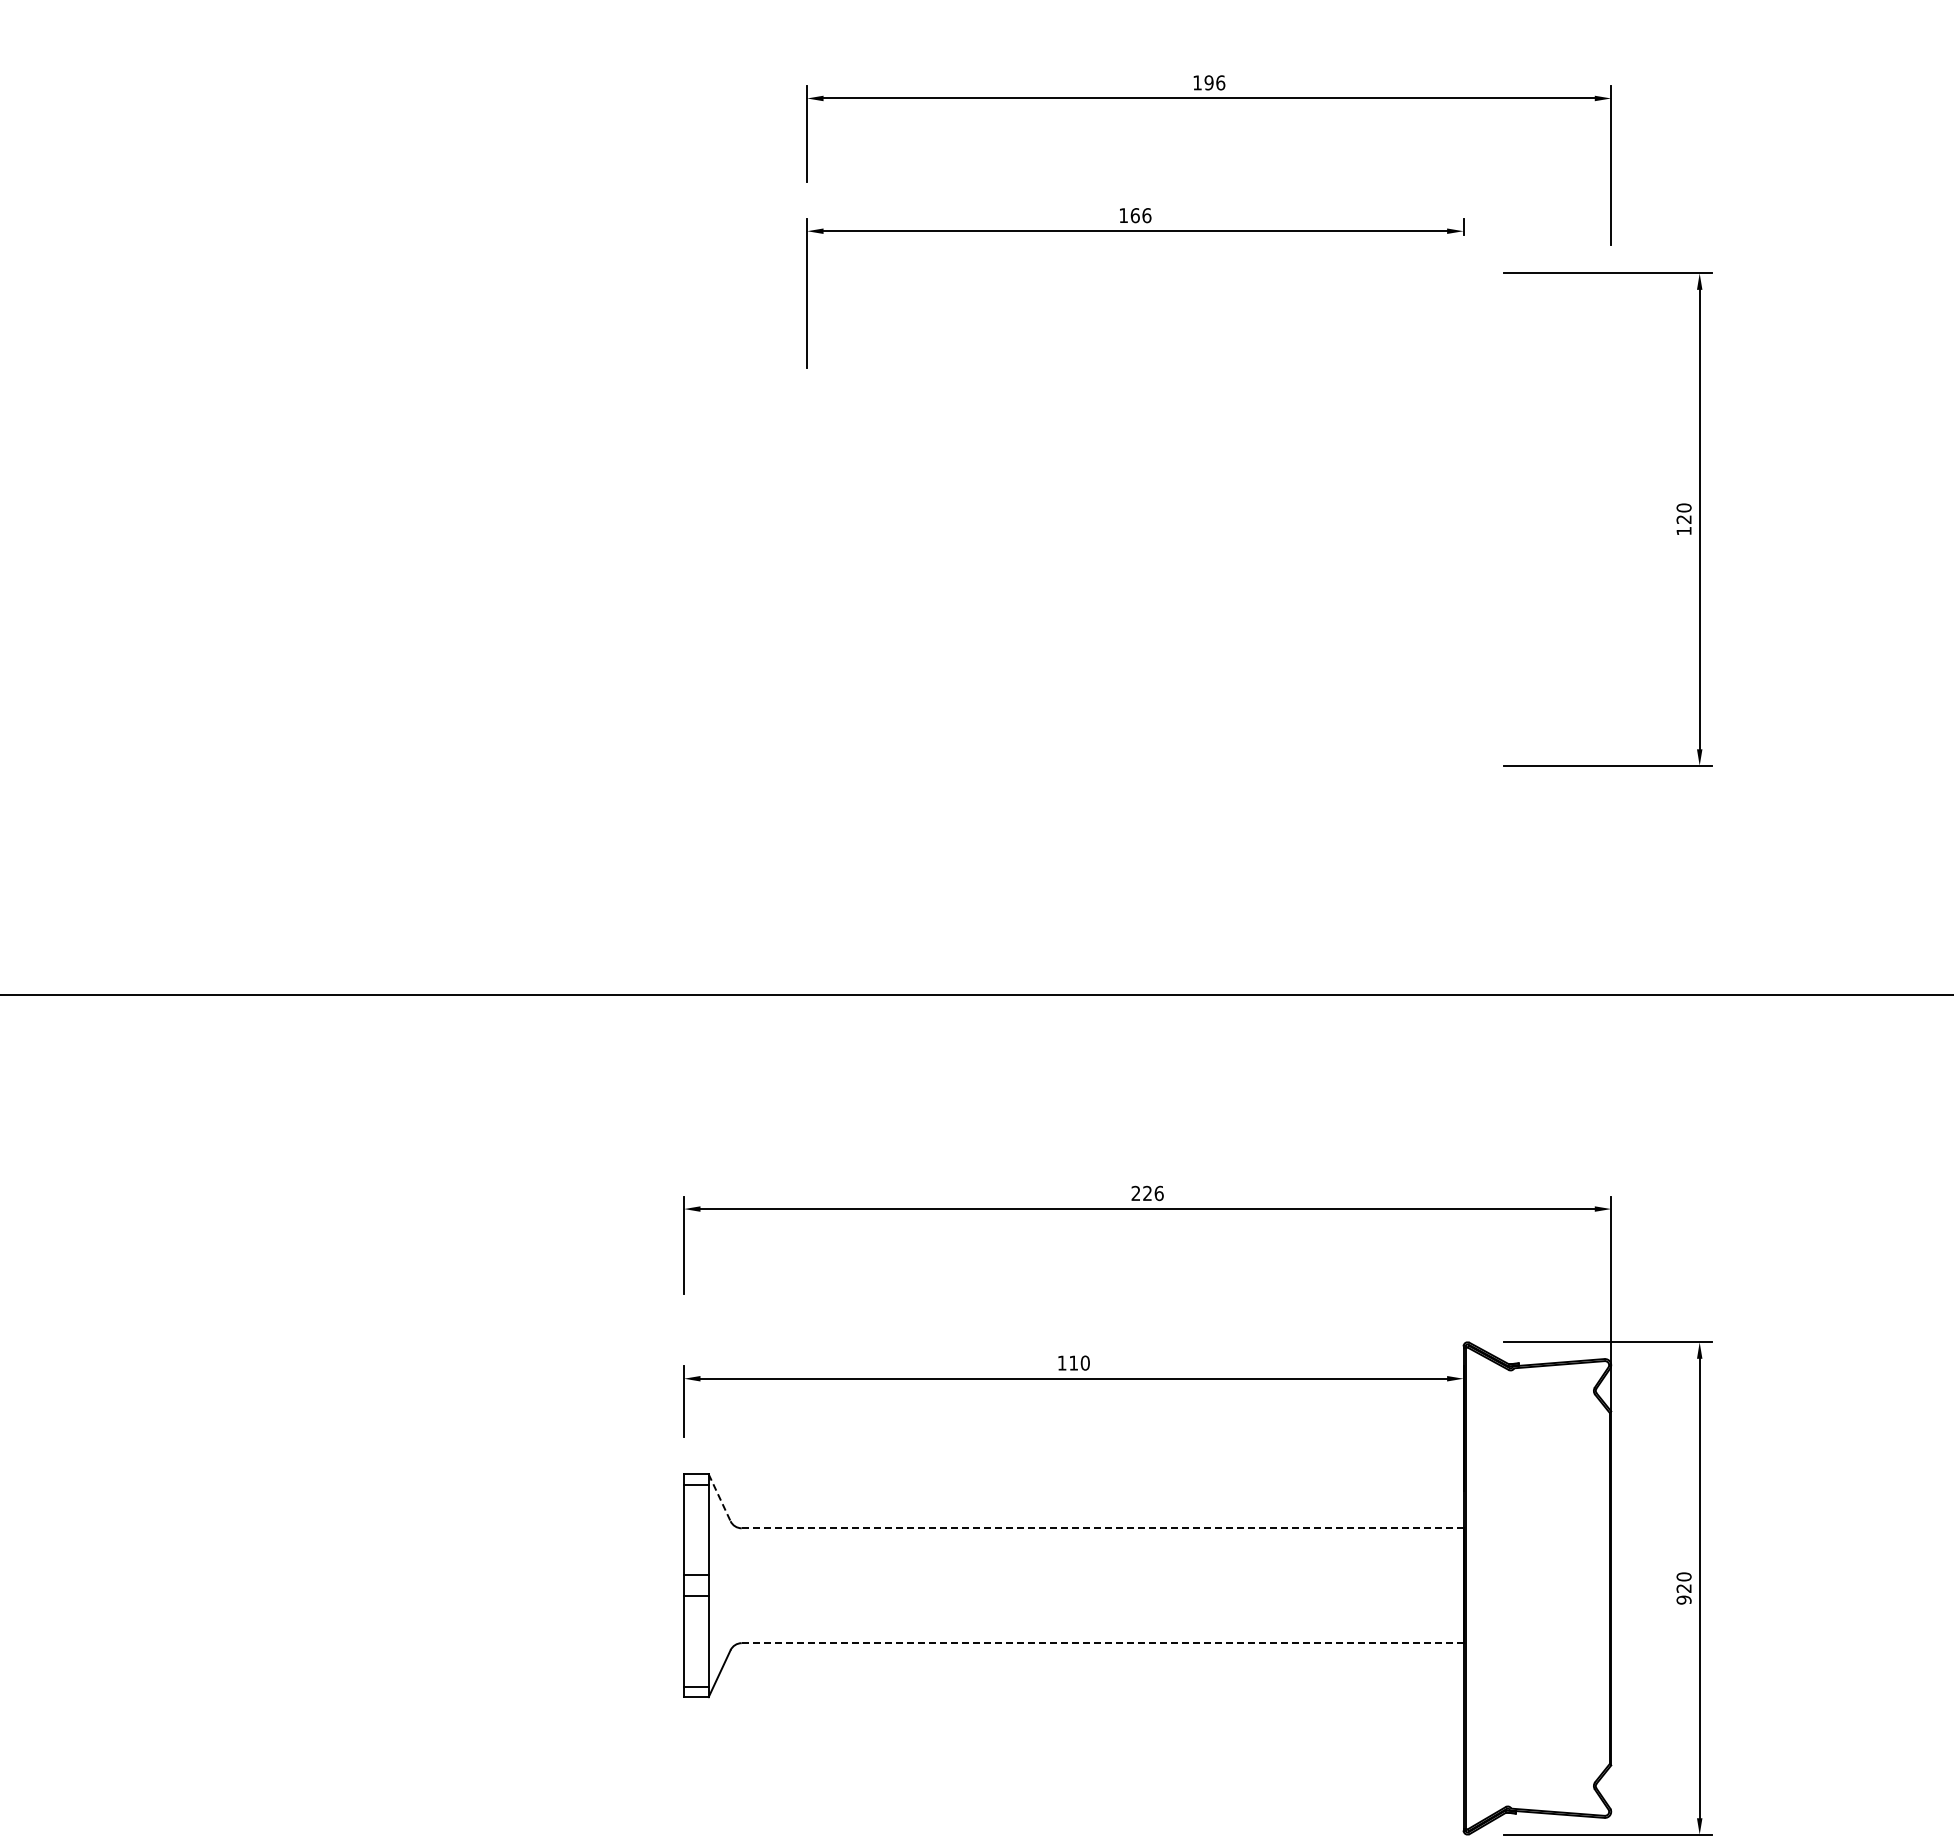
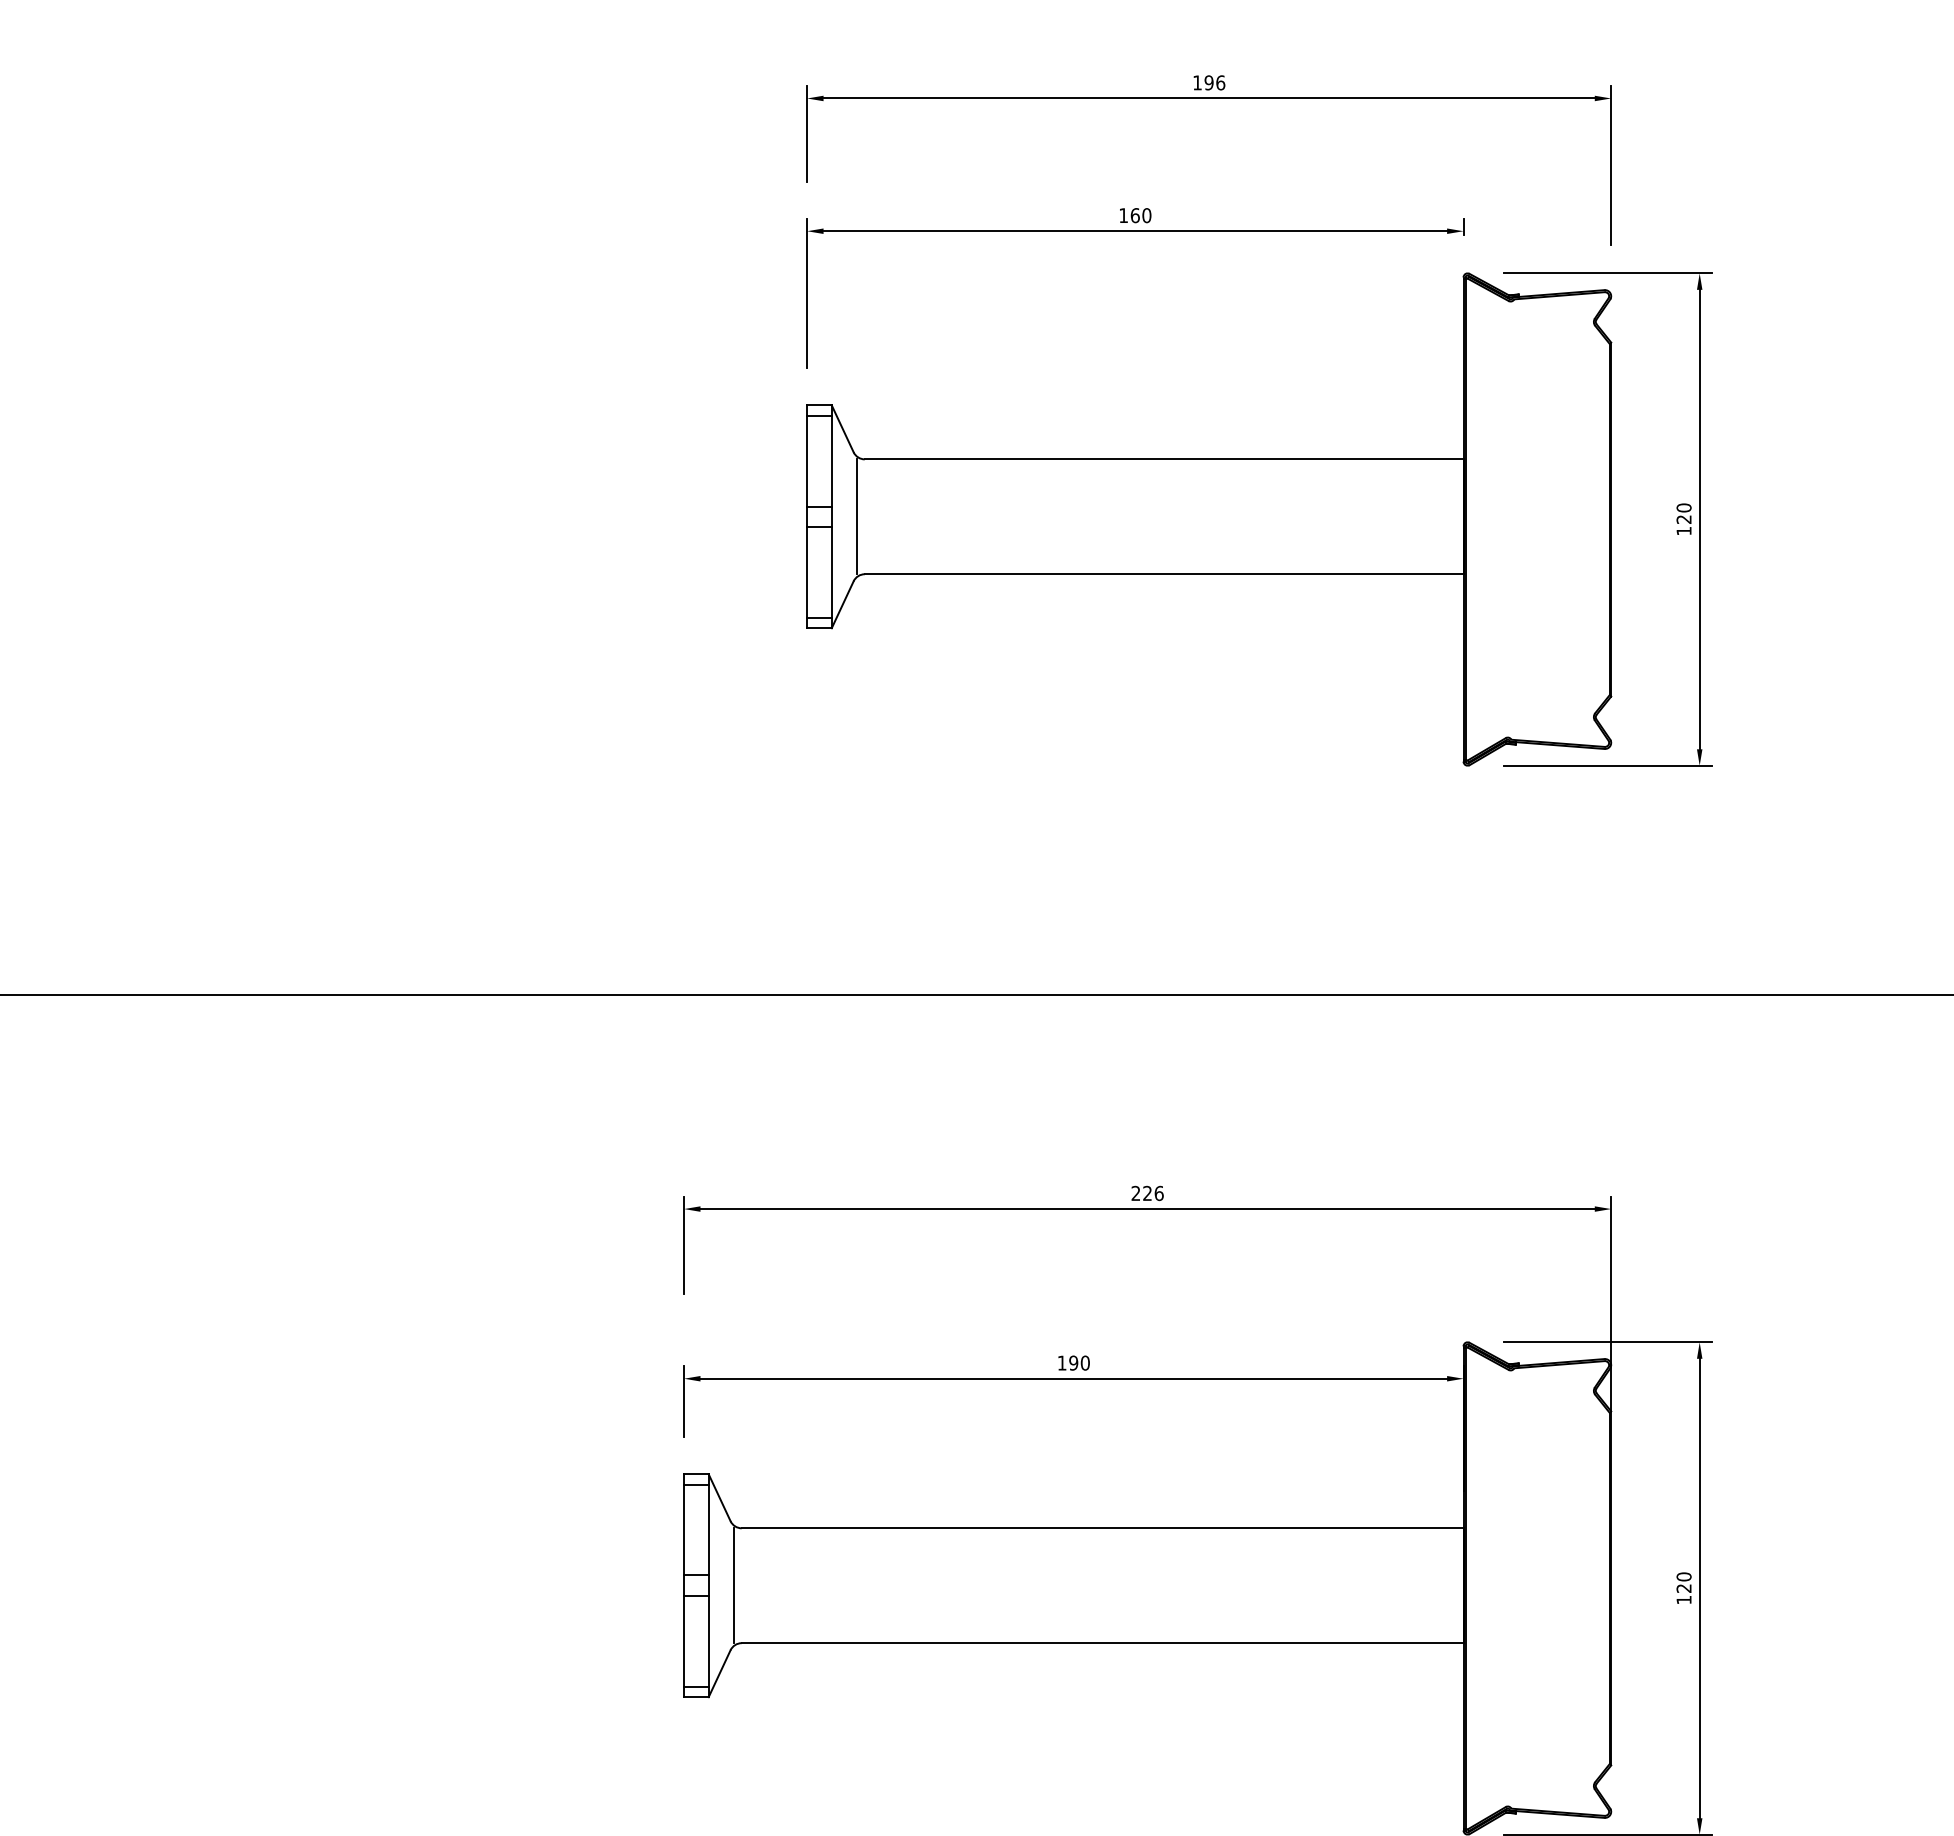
text at (1146, 215): 166 -> 160
part at (1209, 519): none -> present
text at (1073, 1362): 110 -> 190
line at (719, 1497): dashed -> solid
line at (1102, 1528): dashed -> solid
line at (733, 1585): none -> present
text at (1683, 1599): 920 -> 120
line at (1102, 1643): dashed -> solid
